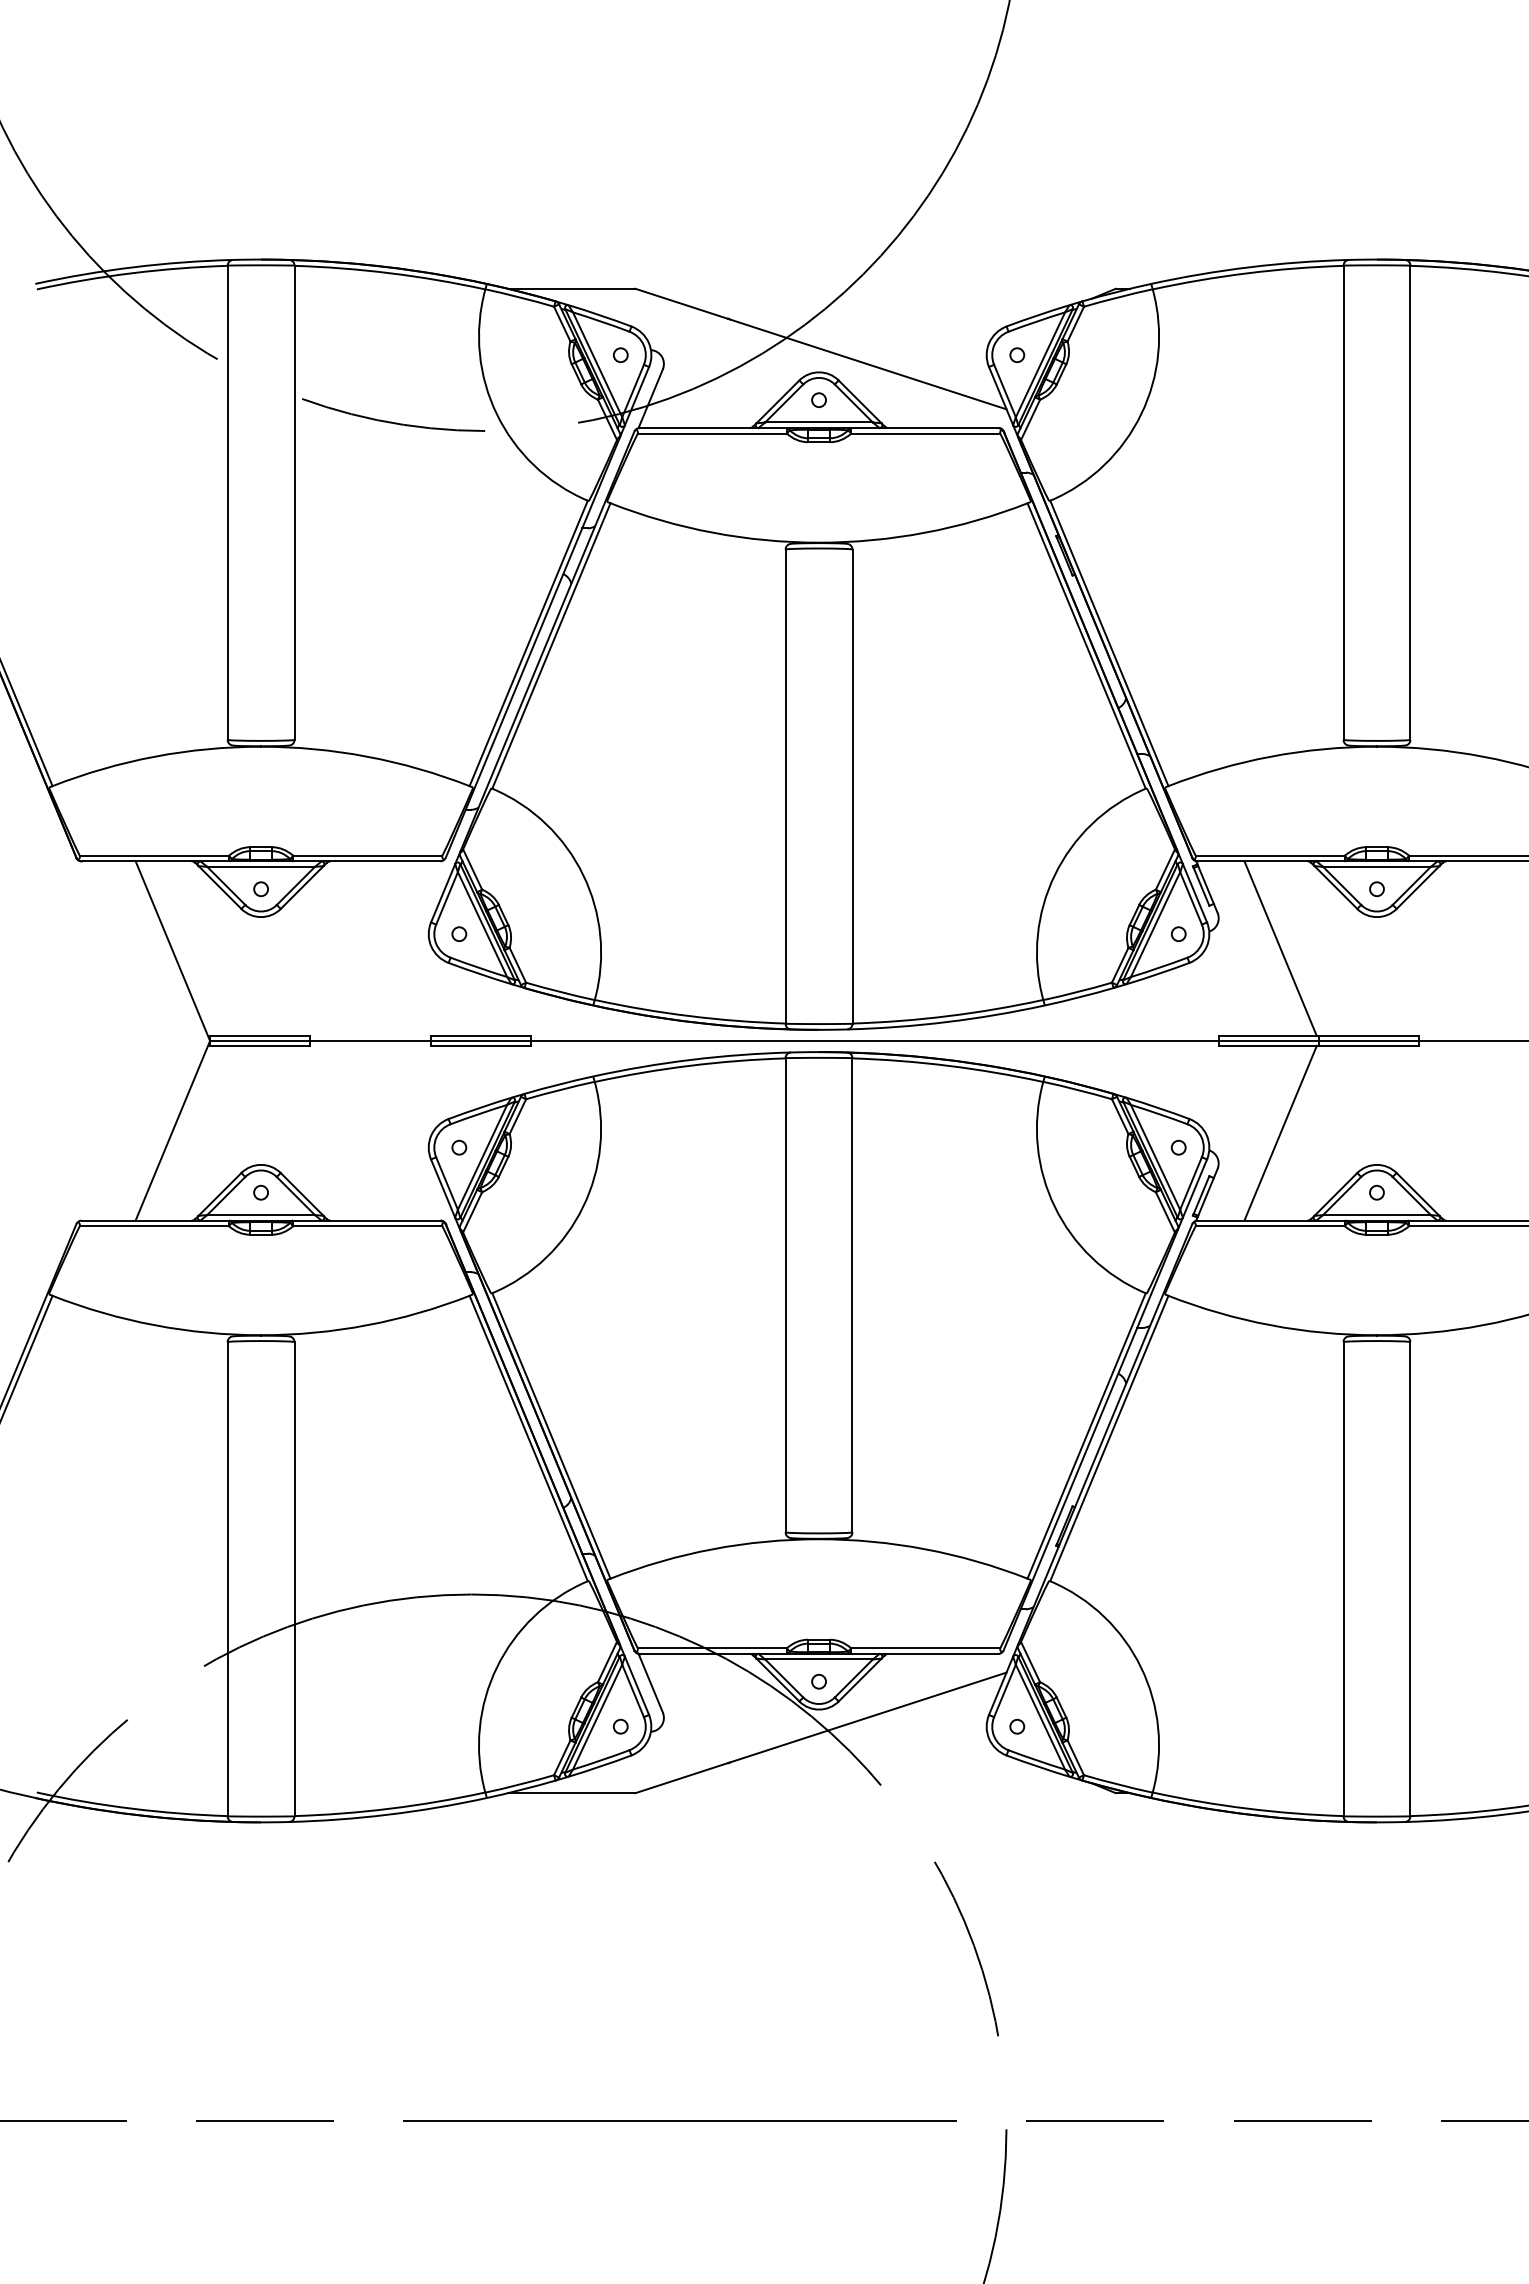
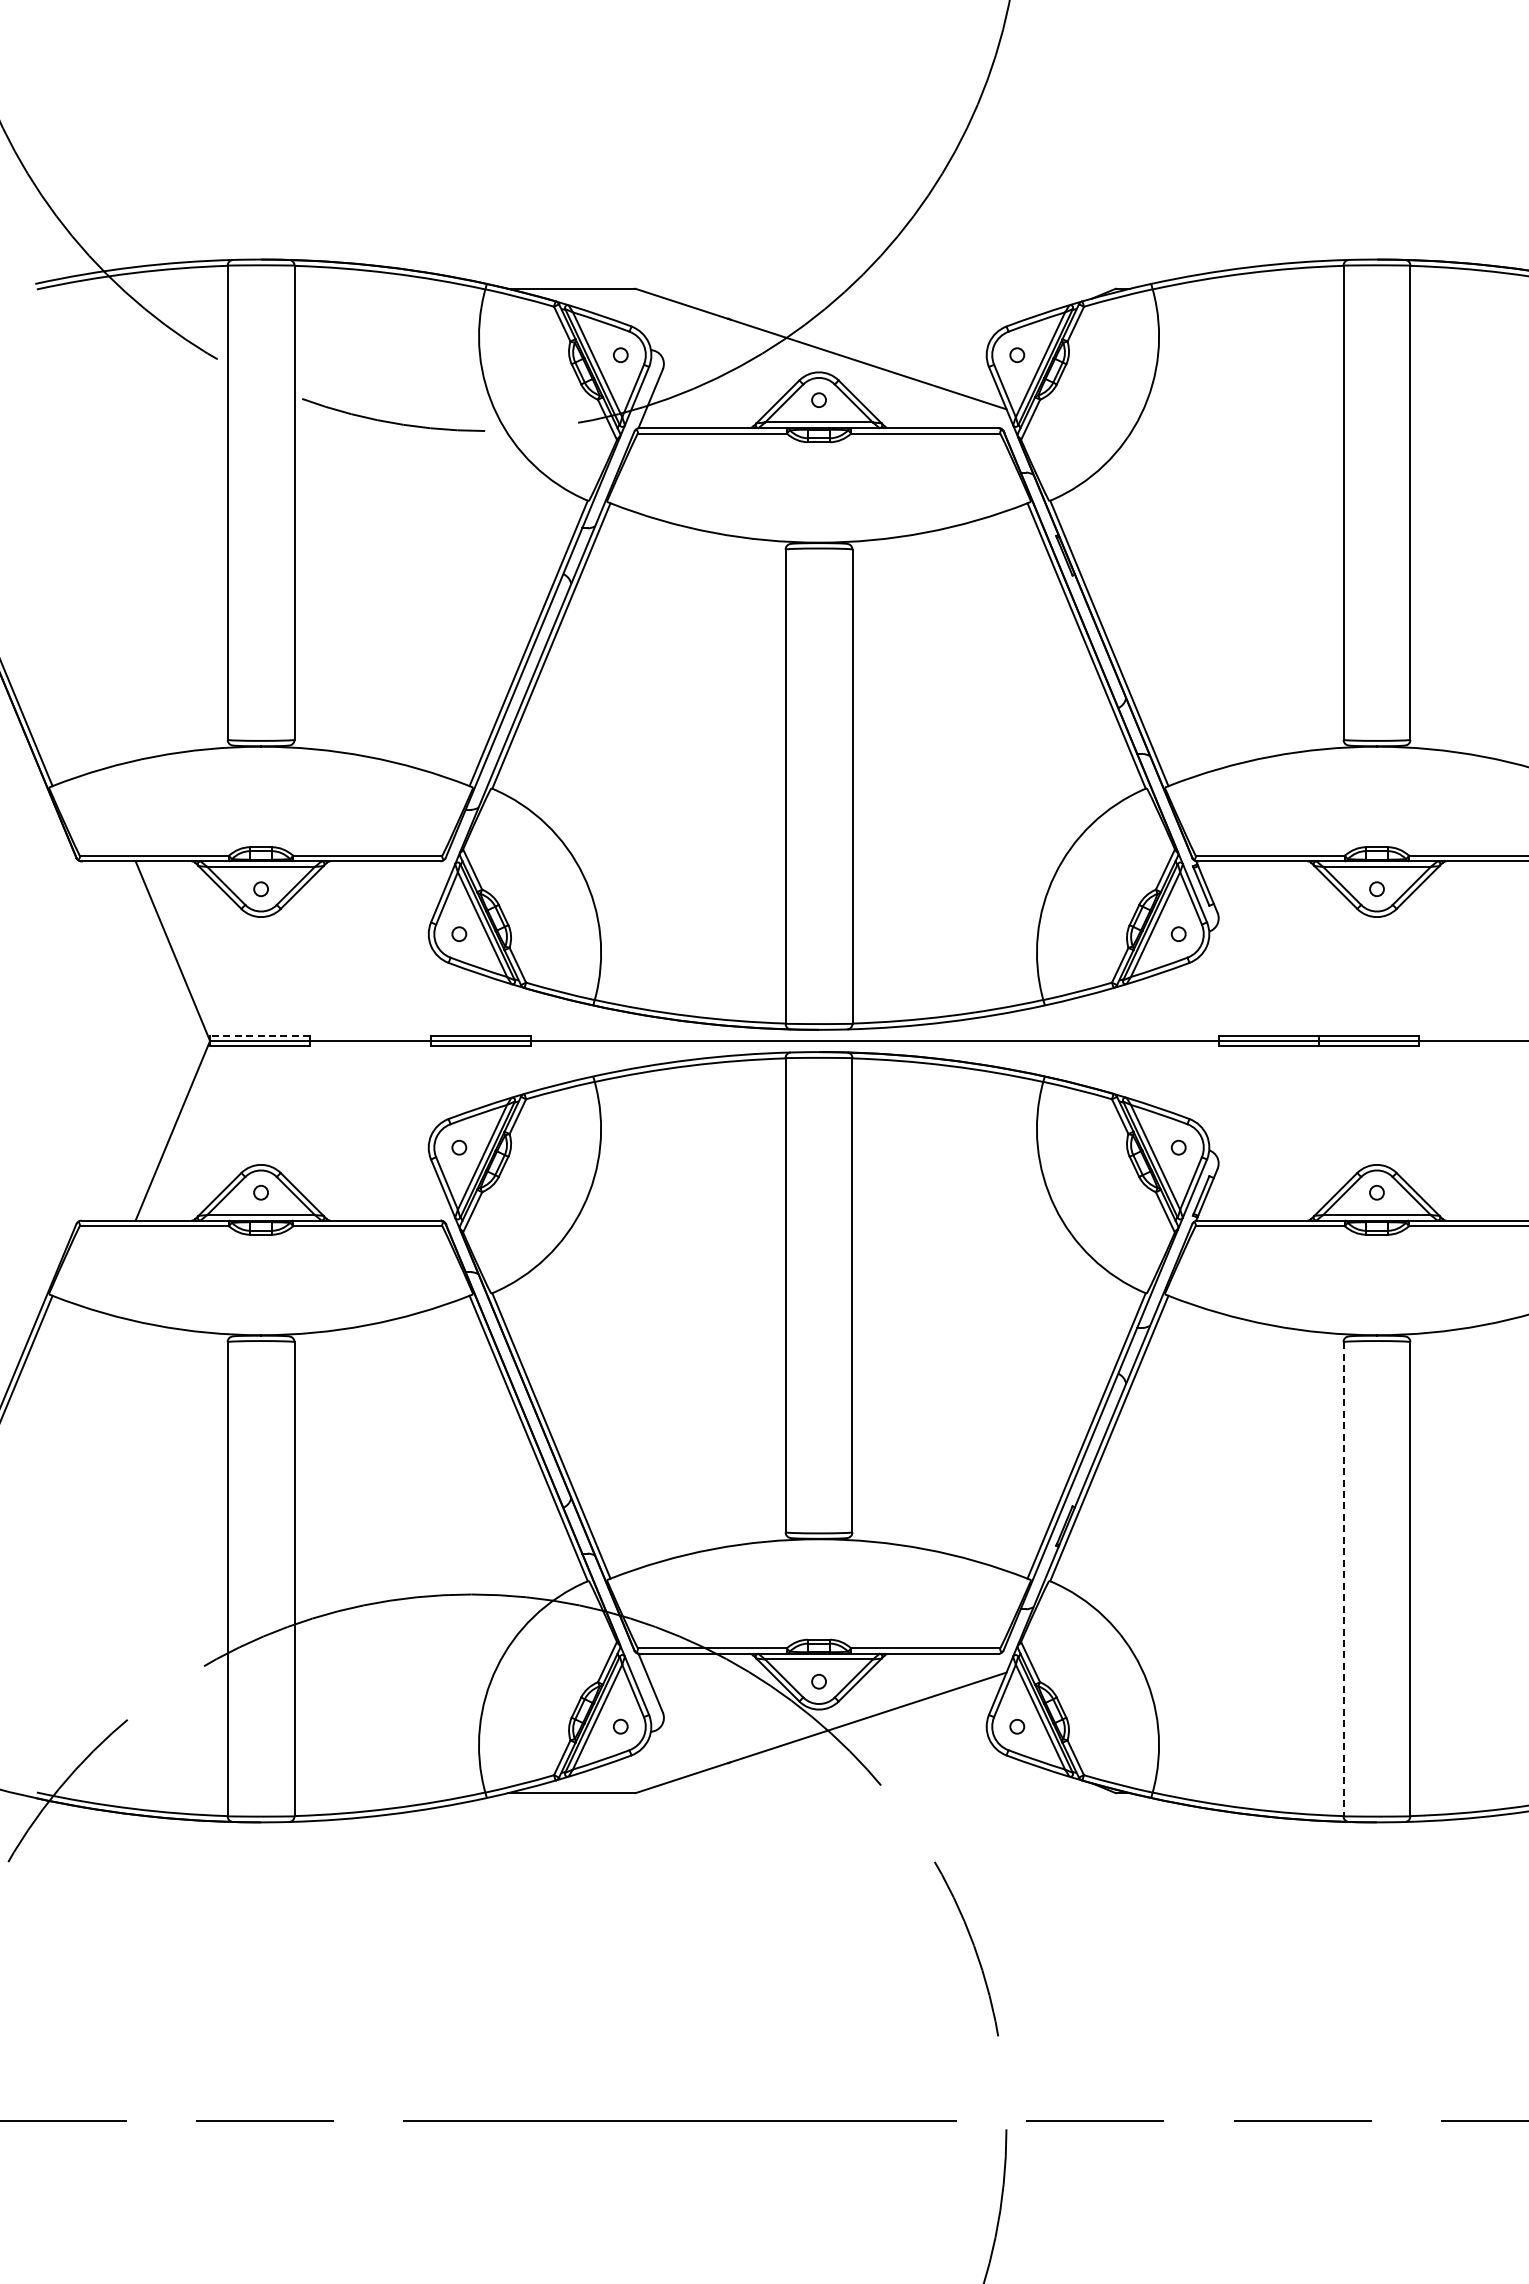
line at (1280, 948): present -> none
line at (259, 1036): solid -> dashed
line at (1280, 1132): present -> none
line at (1343, 1579): solid -> dashed
